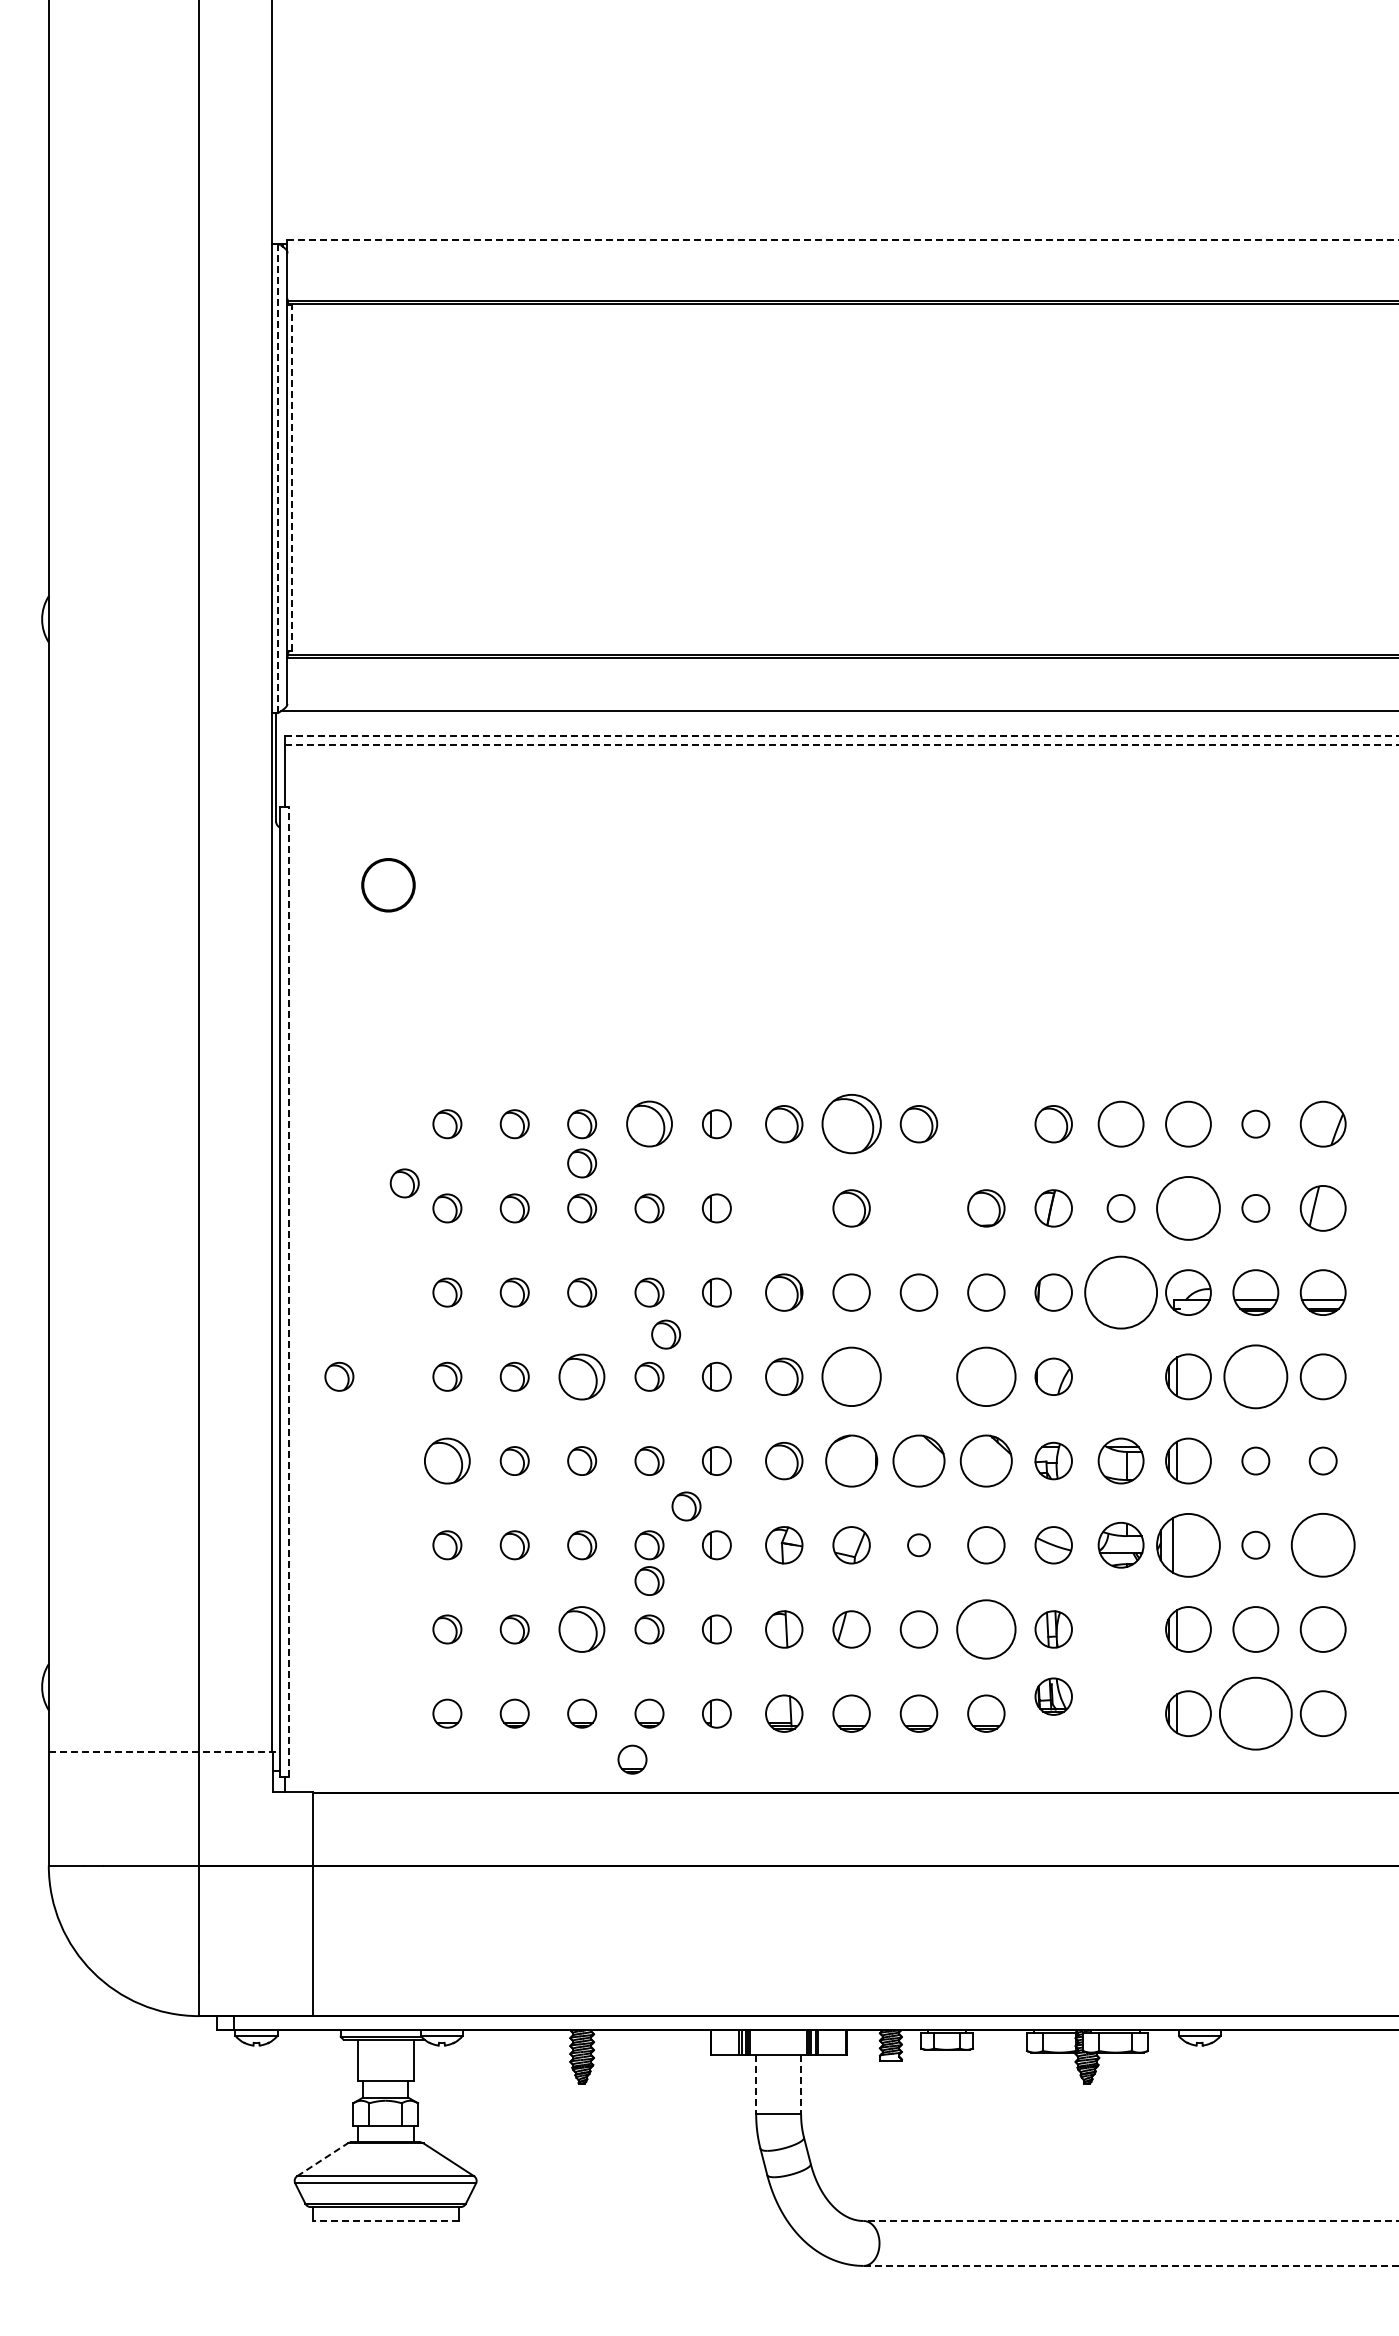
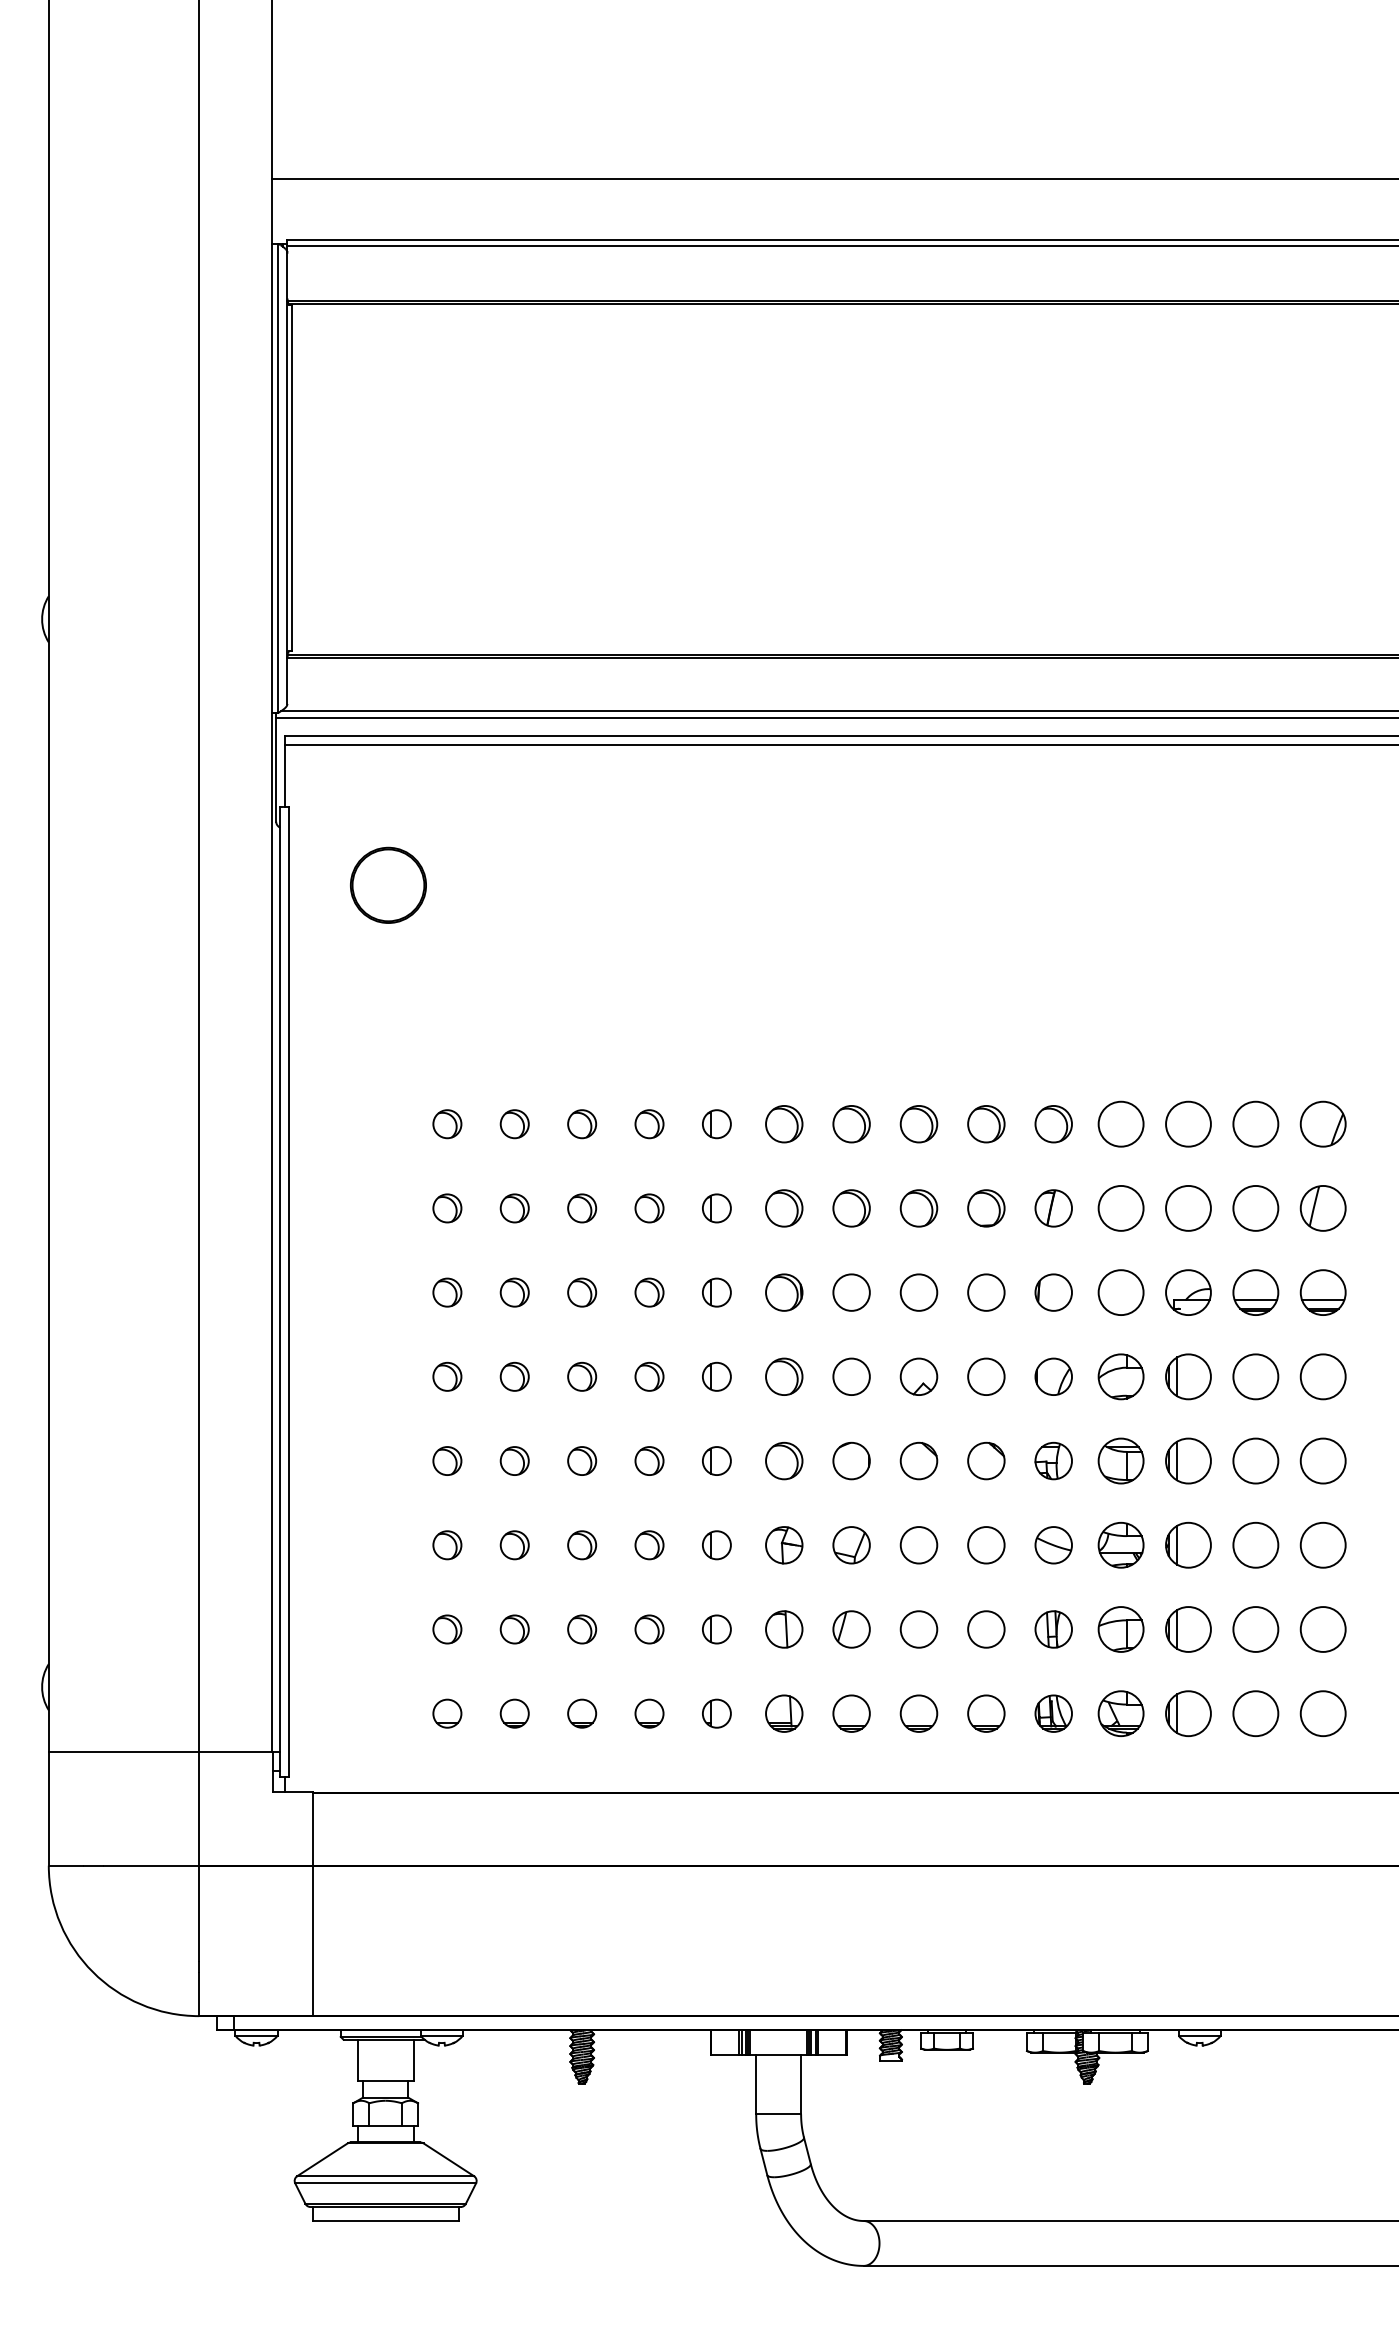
line at (833, 179): none -> present
line at (843, 240): dashed -> solid
line at (841, 246): none -> present
line at (278, 478): dashed -> solid
line at (291, 478): dashed -> solid
line at (835, 717): none -> present
line at (841, 736): dashed -> solid
line at (841, 745): dashed -> solid
part at (388, 885) size: 55x55 px -> 77x78 px
part at (649, 1123) size: 47x48 px -> 31x31 px
circle at (1255, 1123) diameter: 27 px -> 45 px
part at (851, 1124) size: 61x61 px -> 39x39 px
part at (986, 1124): none -> present
part at (582, 1163): present -> none
part at (404, 1183): present -> none
circle at (1120, 1207) diameter: 27 px -> 45 px
circle at (1188, 1207) diameter: 63 px -> 45 px
circle at (1255, 1207) diameter: 27 px -> 45 px
part at (784, 1208): none -> present
part at (918, 1208): none -> present
line at (289, 1291): dashed -> solid
circle at (1121, 1292) diameter: 72 px -> 45 px
part at (666, 1334): present -> none
part at (339, 1376): present -> none
part at (581, 1376) size: 48x48 px -> 31x31 px
circle at (851, 1376) diameter: 58 px -> 36 px
part at (918, 1376): none -> present
circle at (986, 1376) diameter: 58 px -> 36 px
part at (1120, 1376): none -> present
circle at (1255, 1376) diameter: 63 px -> 45 px
part at (447, 1460) size: 47x48 px -> 31x30 px
part at (851, 1460) size: 54x54 px -> 39x40 px
part at (918, 1460) size: 54x54 px -> 40x40 px
part at (985, 1460) size: 54x54 px -> 39x40 px
circle at (1255, 1460) diameter: 27 px -> 45 px
circle at (1322, 1460) diameter: 27 px -> 45 px
part at (686, 1506): present -> none
circle at (1255, 1544) diameter: 27 px -> 45 px
circle at (1322, 1544) diameter: 63 px -> 45 px
circle at (918, 1545) diameter: 22 px -> 36 px
part at (1188, 1545) size: 65x65 px -> 47x48 px
part at (649, 1580): present -> none
part at (581, 1629) size: 48x47 px -> 31x31 px
circle at (986, 1629) diameter: 58 px -> 36 px
part at (1120, 1629): none -> present
part at (1053, 1696) position: (1053, 1696) -> (1053, 1713)
part at (1120, 1713): none -> present
circle at (1255, 1713) diameter: 72 px -> 45 px
line at (164, 1752): dashed -> solid
part at (632, 1759): present -> none
line at (756, 2085): dashed -> solid
line at (801, 2085): dashed -> solid
line at (322, 2159): dashed -> solid
line at (385, 2221): dashed -> solid
line at (1130, 2221): dashed -> solid
line at (1131, 2265): dashed -> solid
